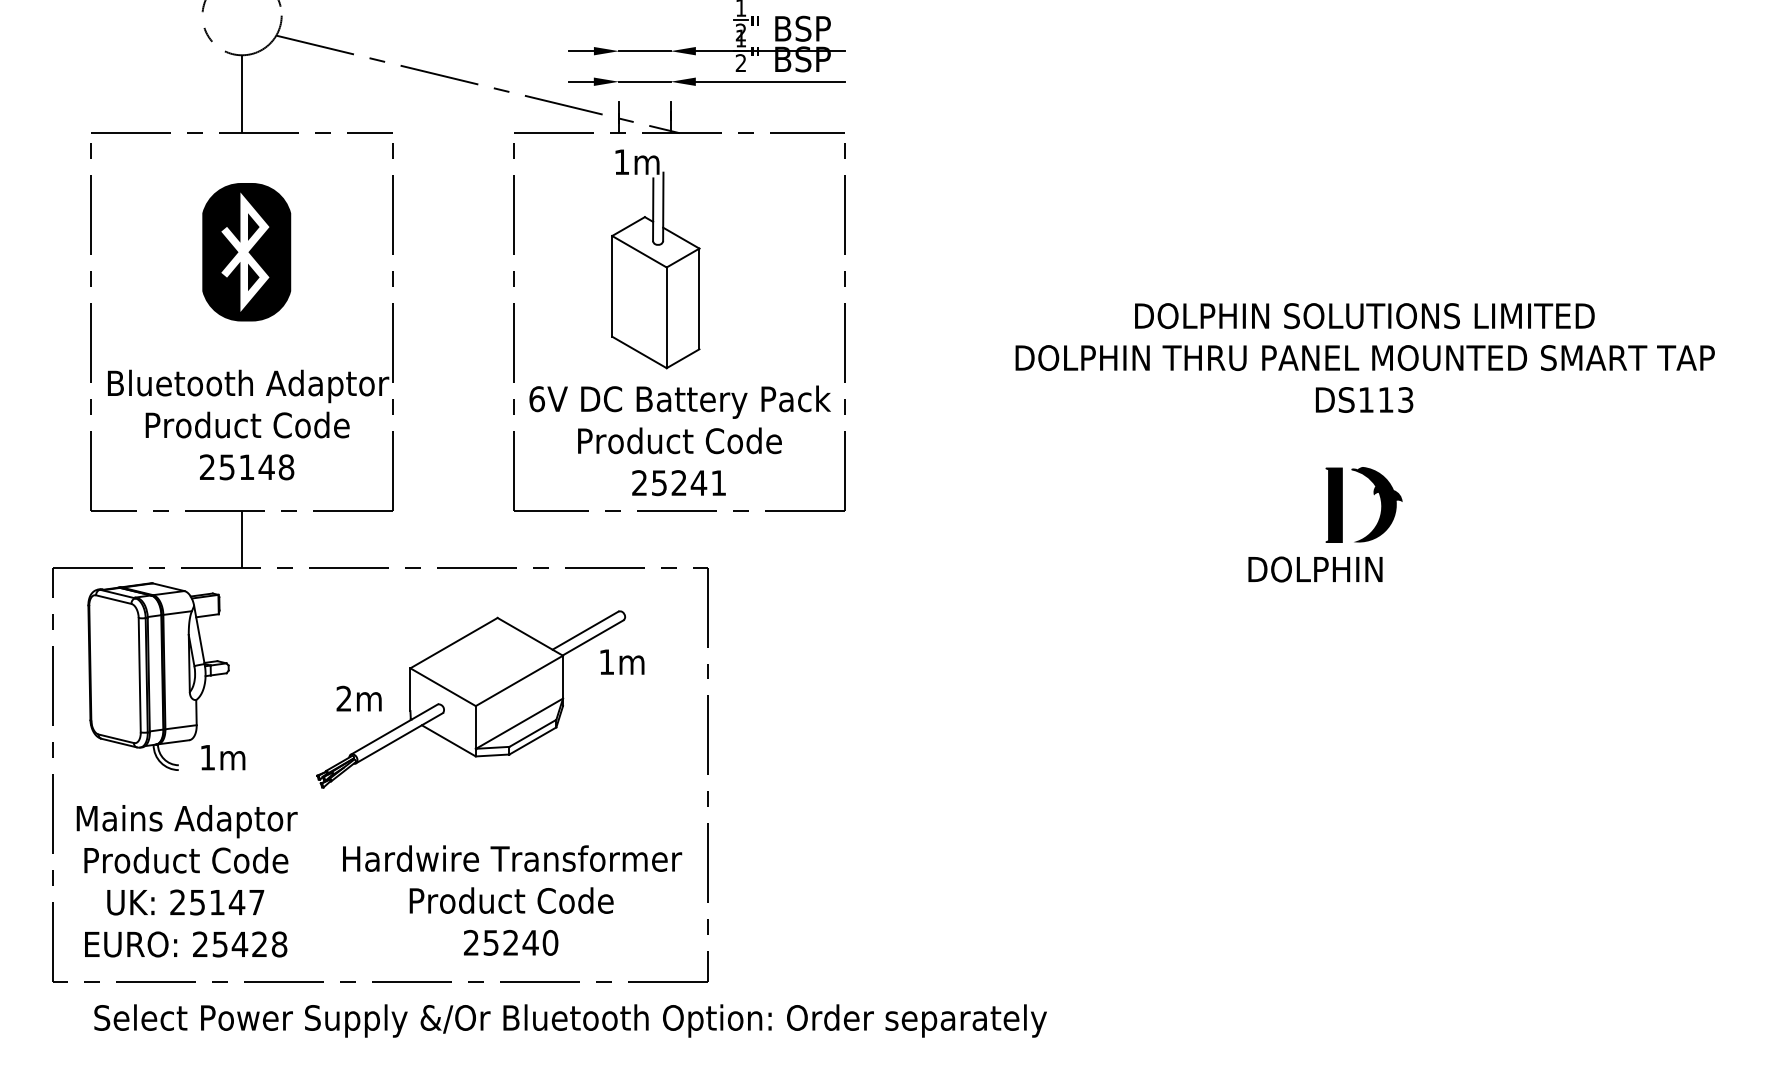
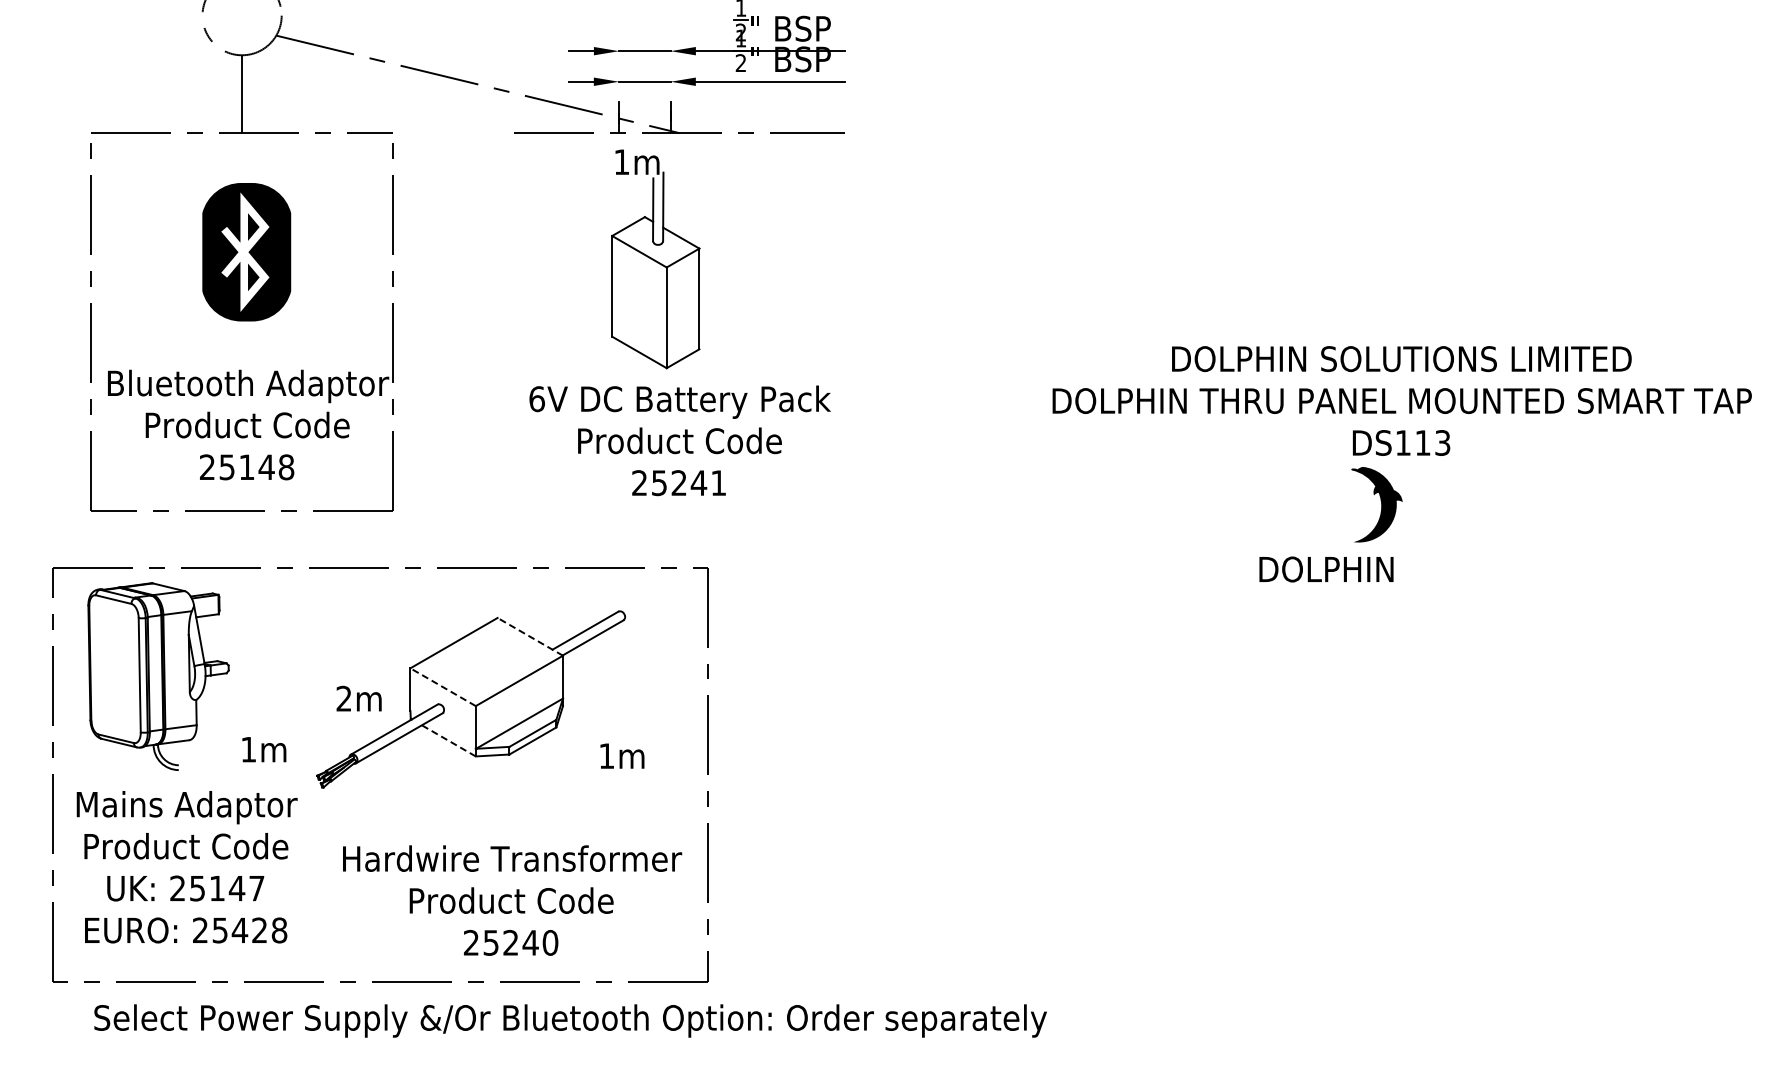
part at (514, 327): present -> none
text at (1364, 357) position: (1364, 357) -> (1401, 400)
fill at (1333, 505): present -> none
line at (242, 538): present -> none
text at (1315, 569) position: (1315, 569) -> (1326, 569)
line at (530, 636): solid -> dashed
text at (622, 661) position: (622, 661) -> (622, 755)
line at (443, 687): solid -> dashed
line at (448, 740): solid -> dashed
text at (223, 757) position: (223, 757) -> (264, 749)
text at (186, 881) position: (186, 881) -> (186, 867)
